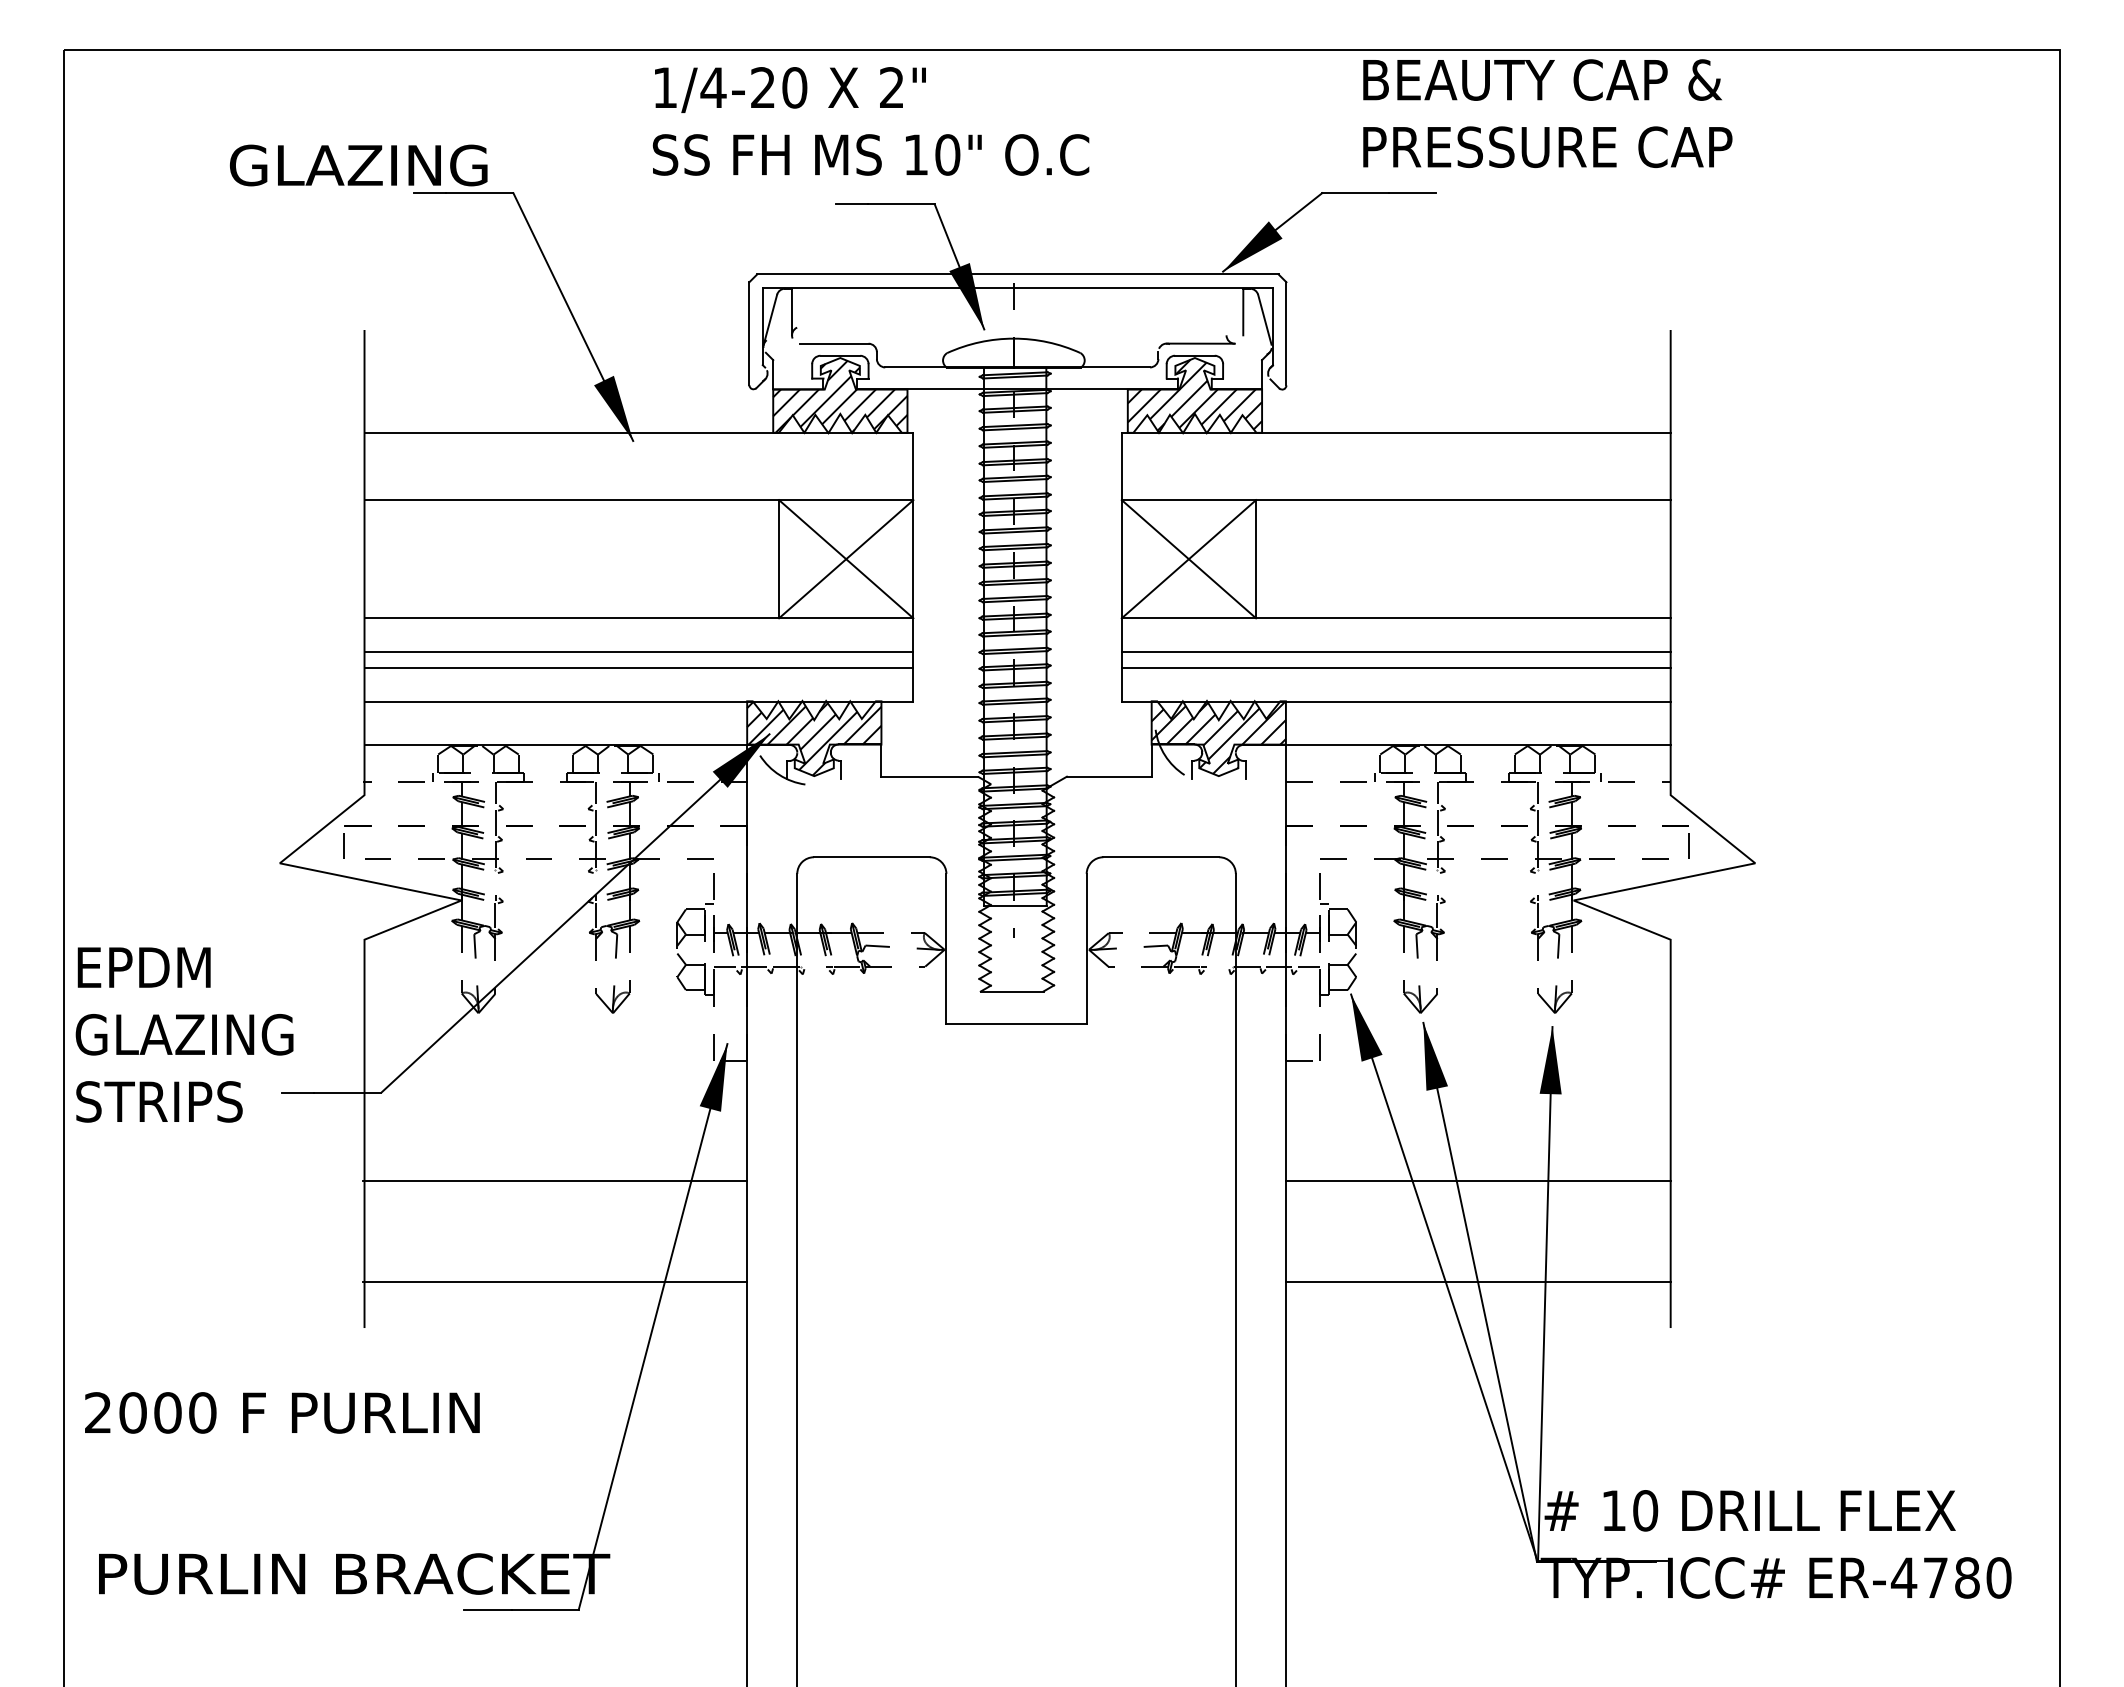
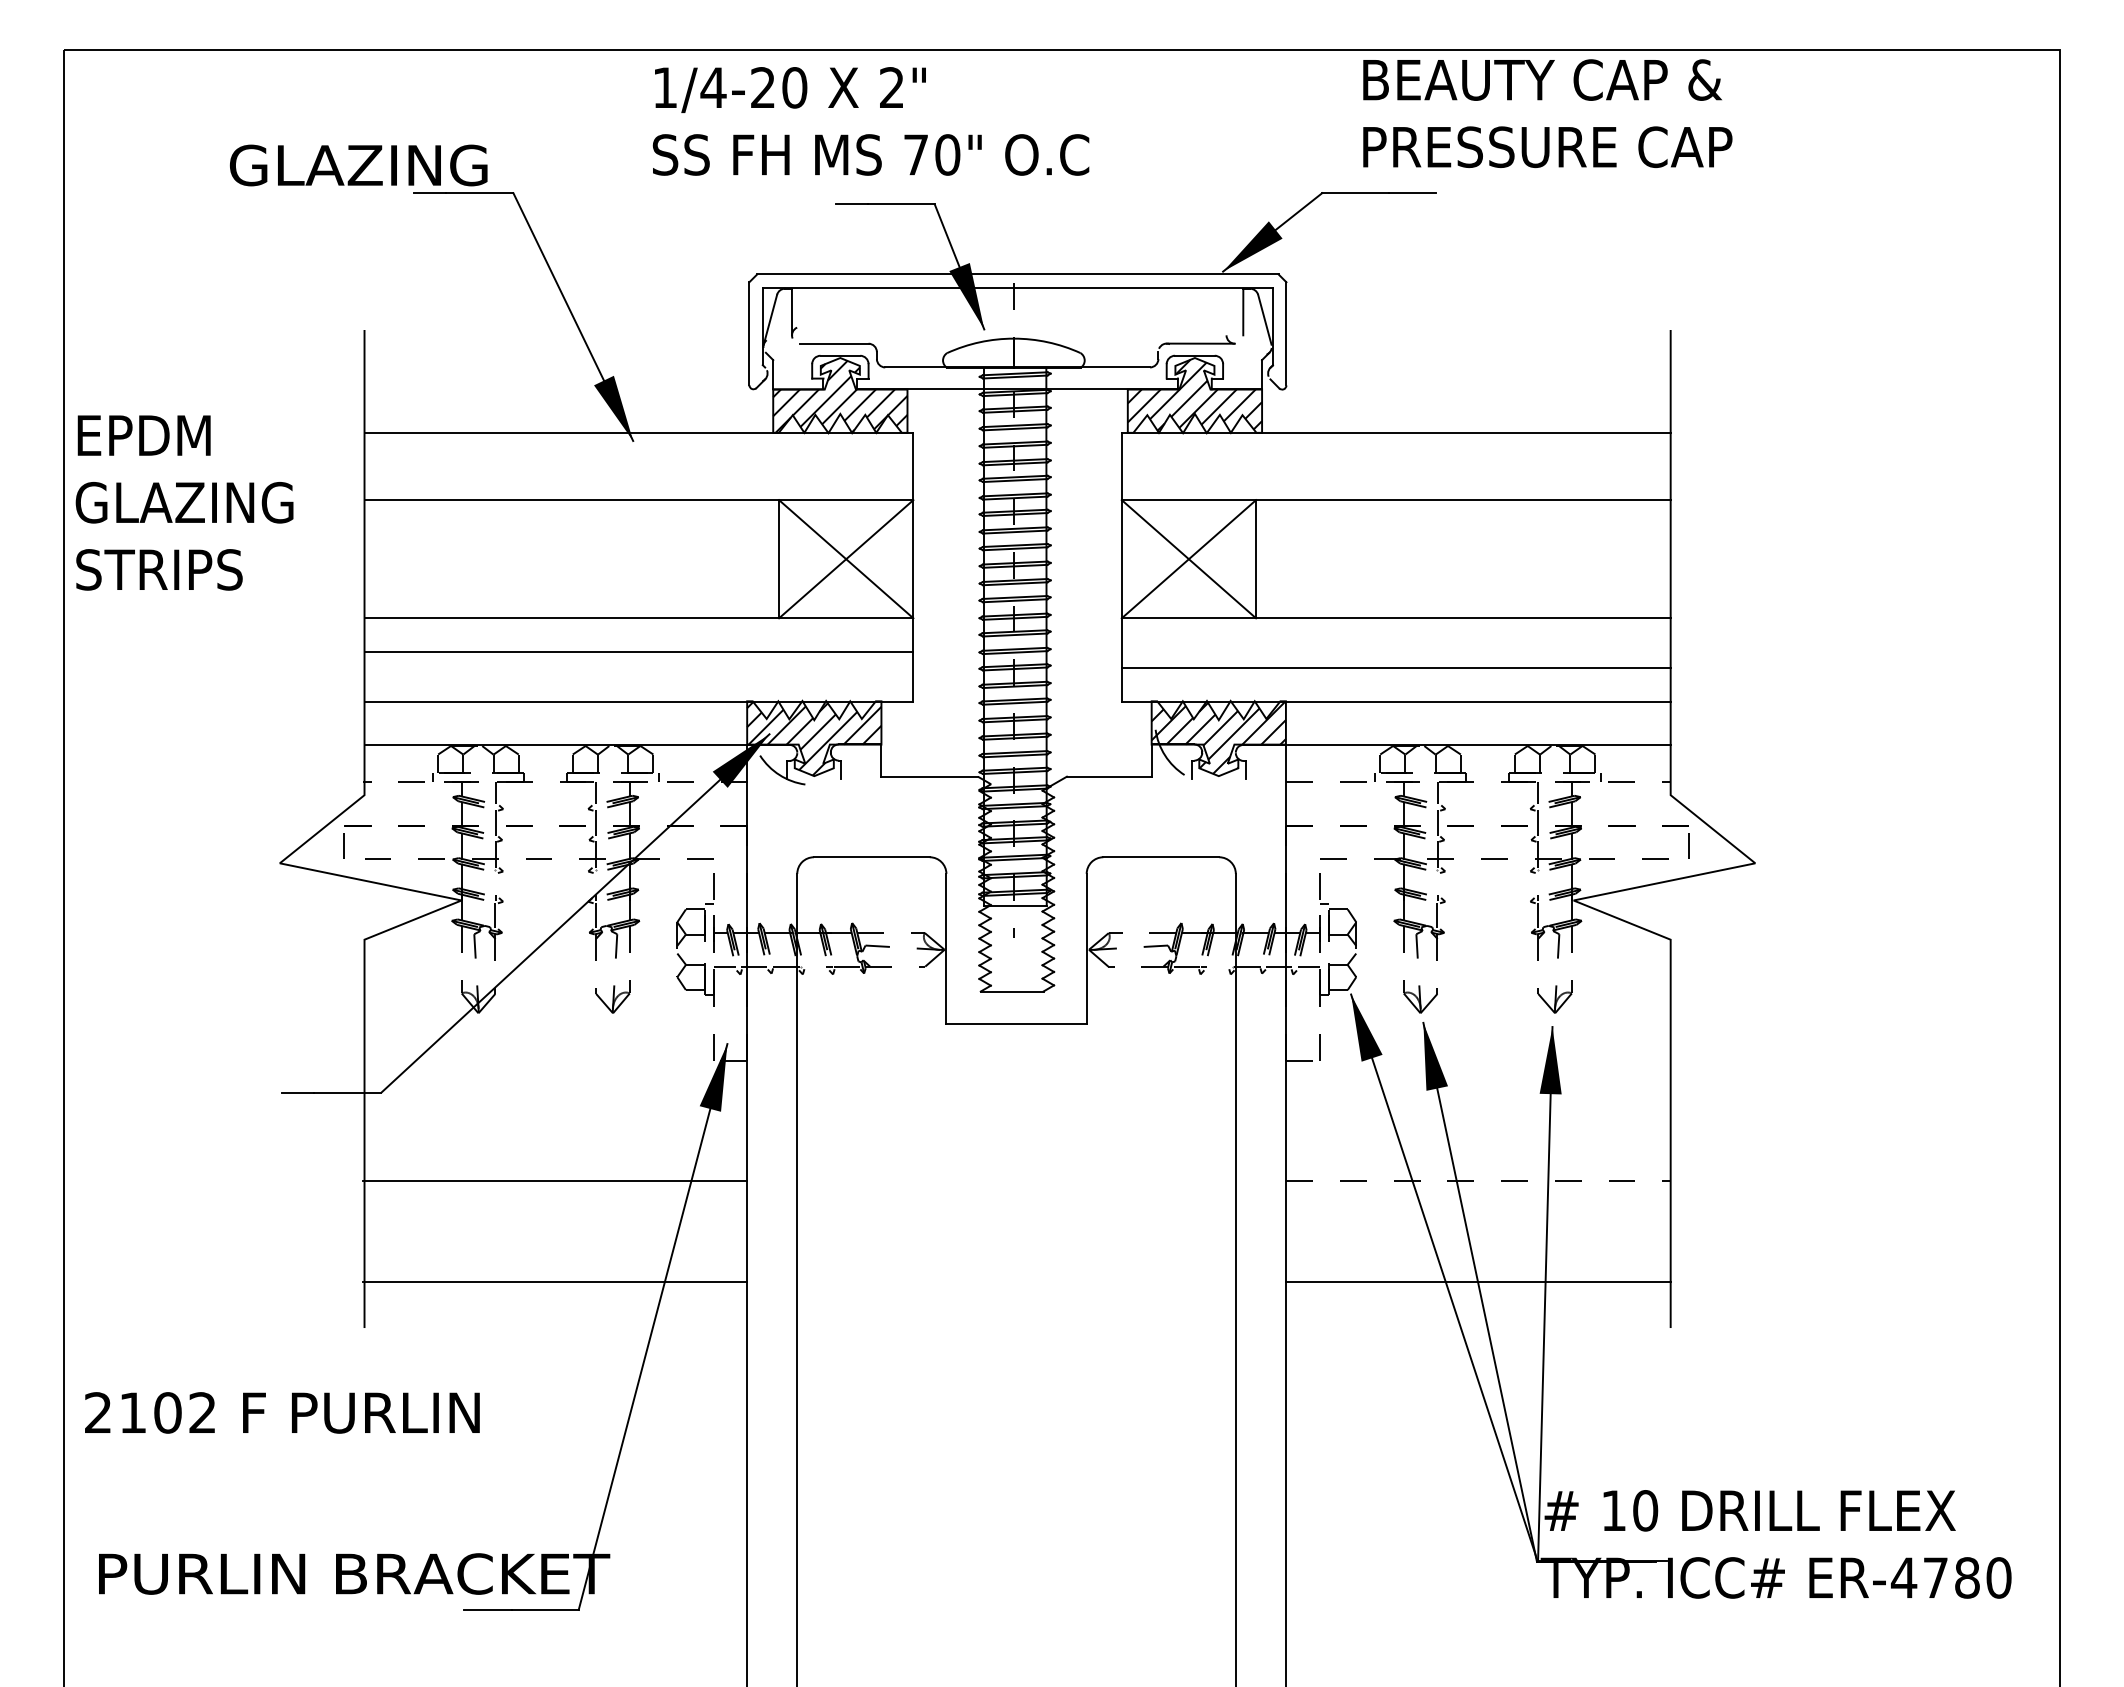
text at (915, 154): 10" -> 70"
line at (1395, 651): present -> none
line at (638, 667): present -> none
text at (184, 1034) position: (184, 1034) -> (184, 502)
line at (1479, 1181): solid -> dashed
text at (167, 1412): 2000 -> 2102
